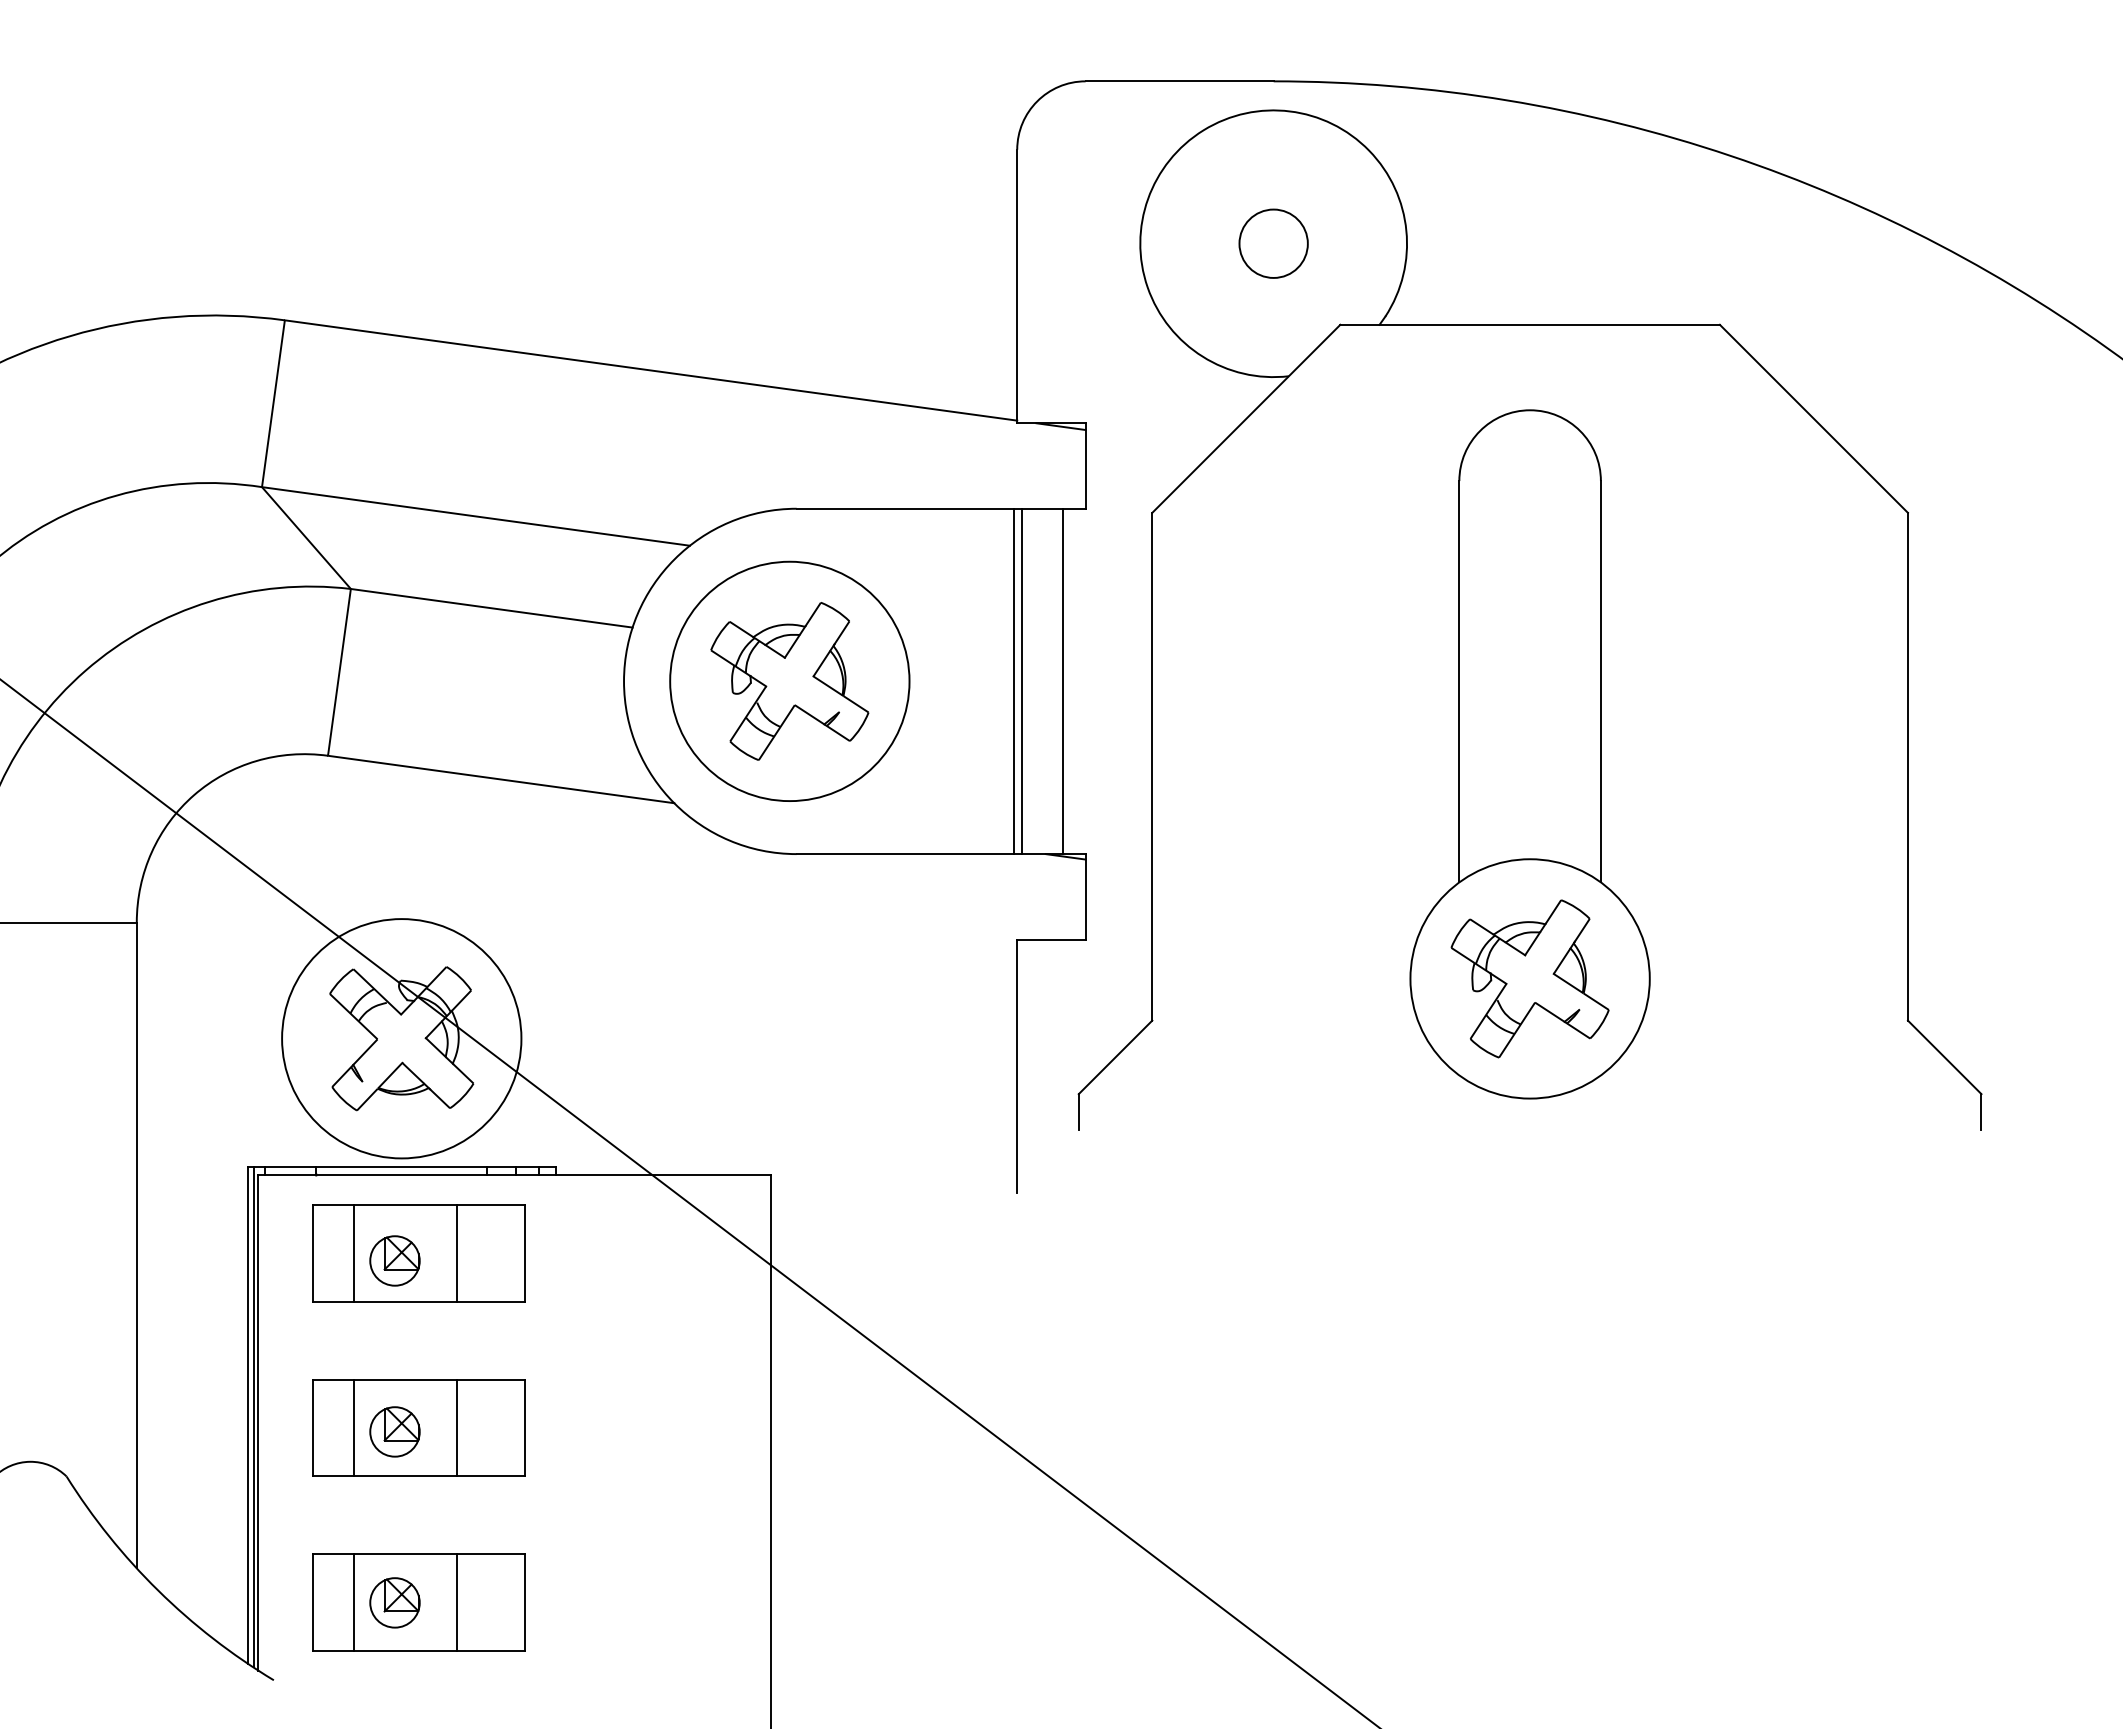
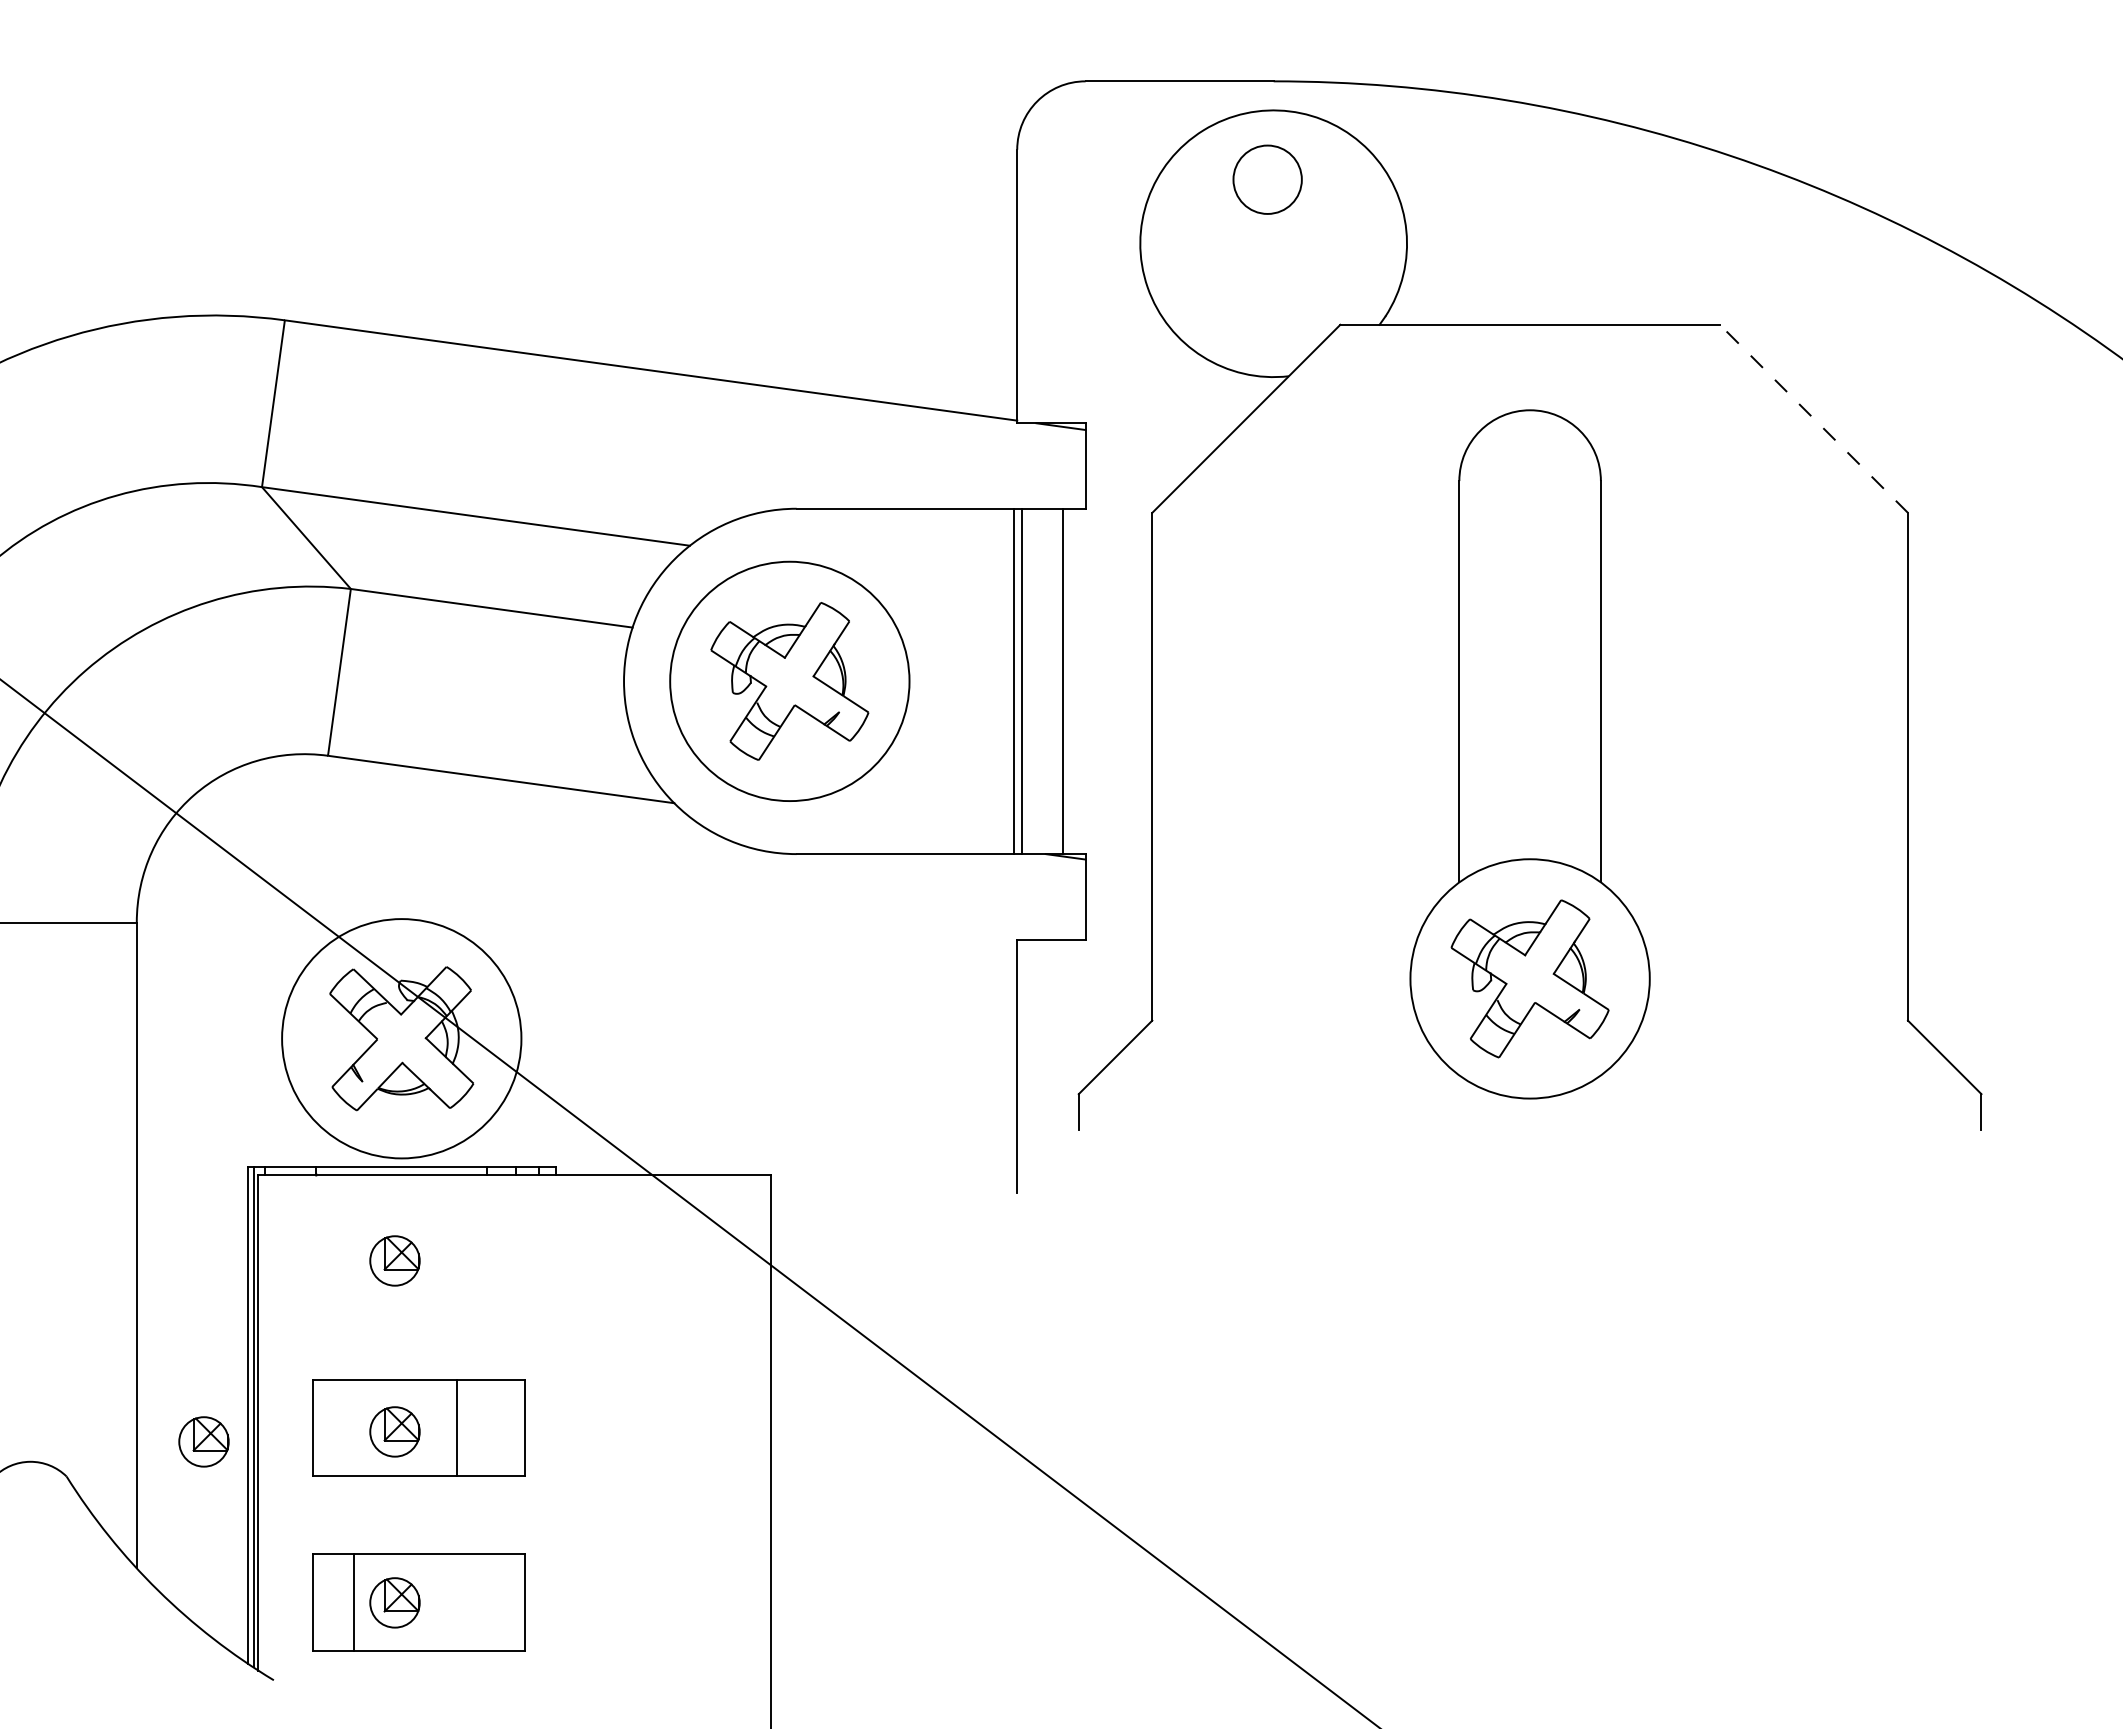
circle at (1273, 243) position: (1273, 243) -> (1267, 179)
line at (1813, 418): solid -> dashed
part at (418, 1253): present -> none
line at (353, 1427): present -> none
part at (203, 1441): none -> present
line at (456, 1602): present -> none
